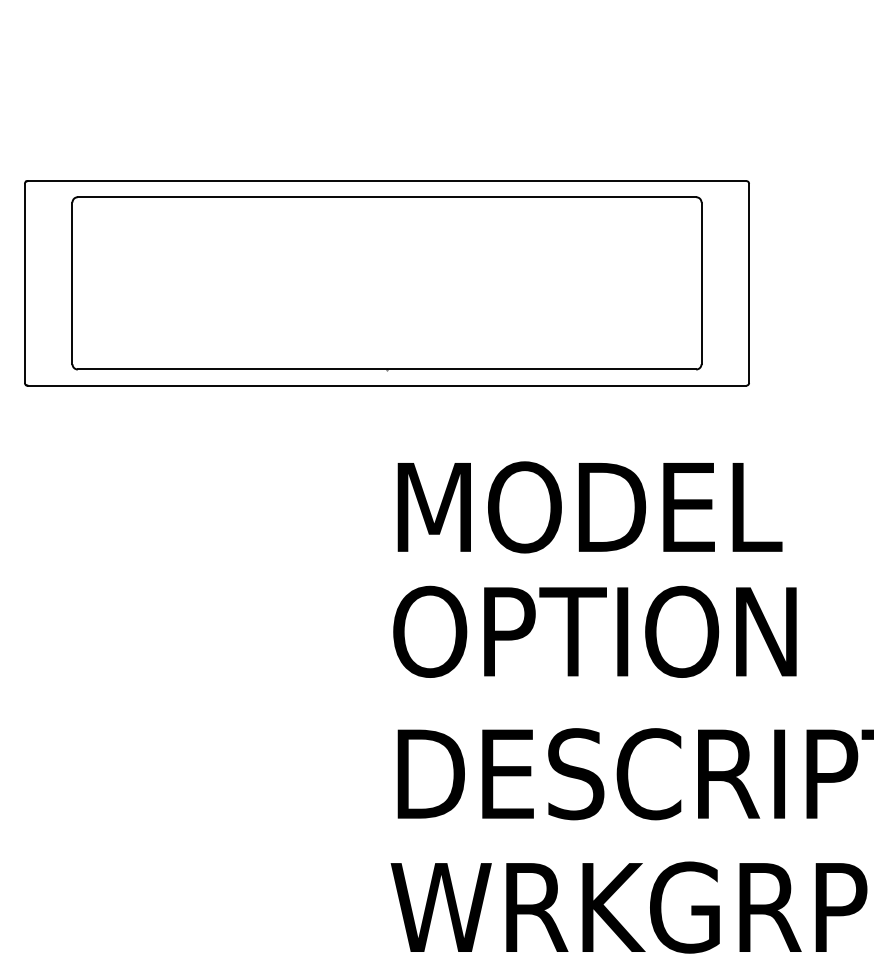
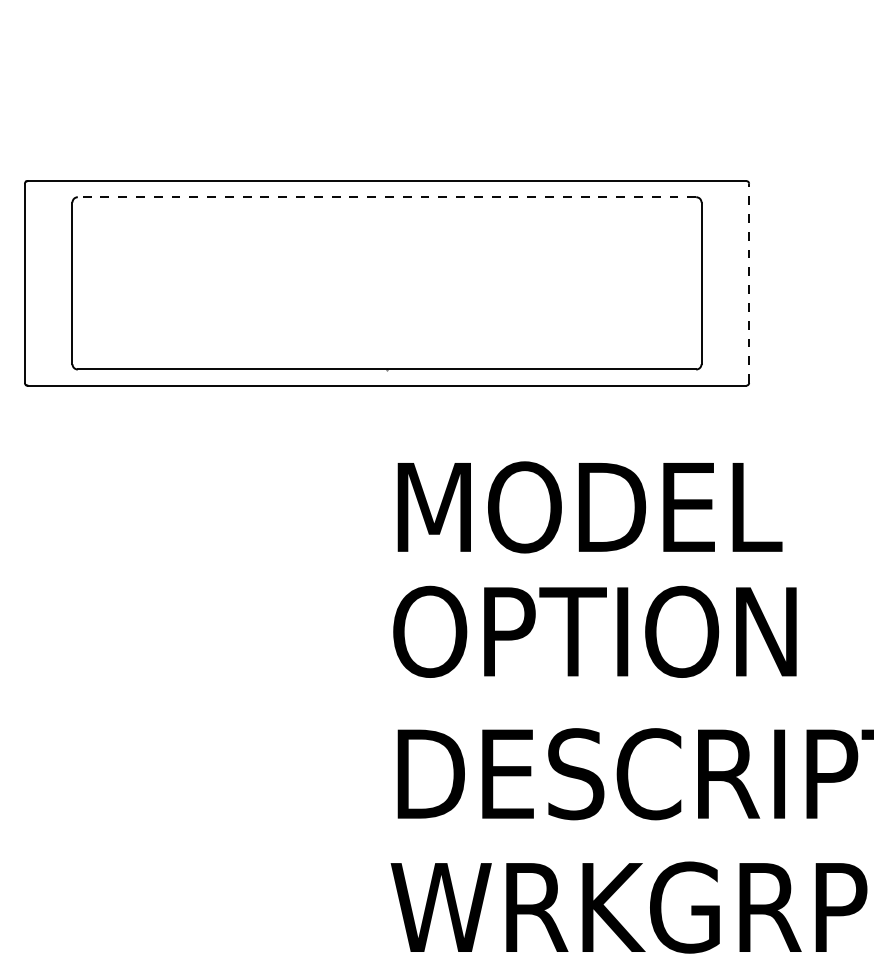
line at (386, 197): solid -> dashed
line at (749, 283): solid -> dashed
